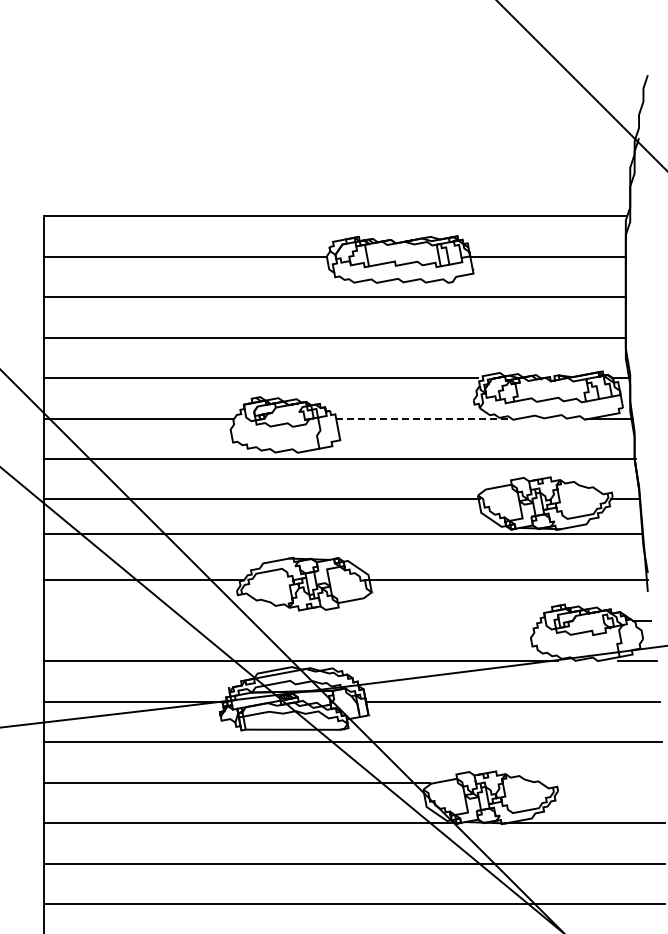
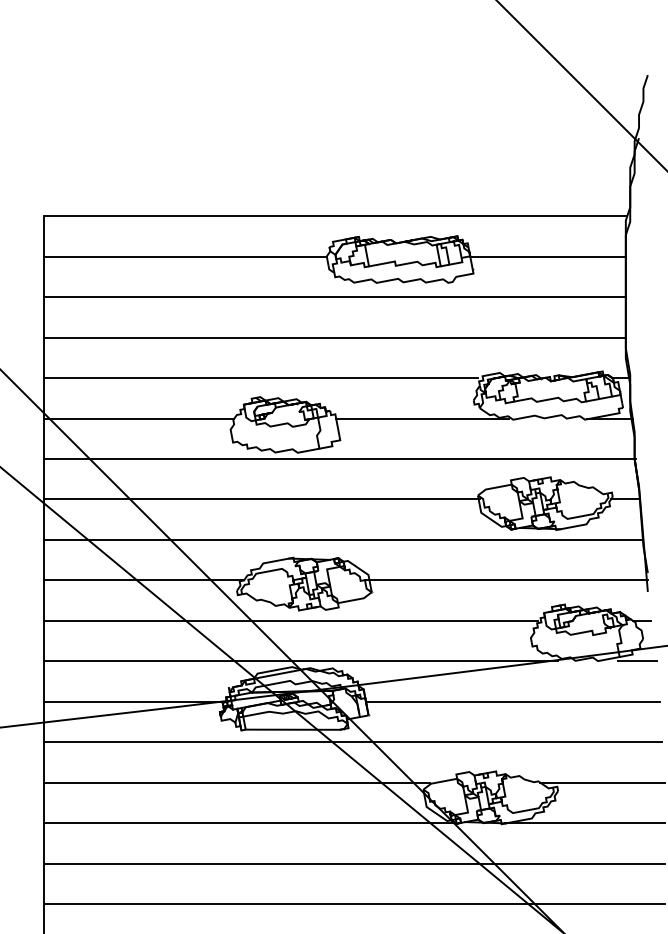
line at (423, 418): dashed -> solid
line at (343, 533) position: (343, 533) -> (343, 539)
line at (290, 620): none -> present
line at (602, 782): none -> present
